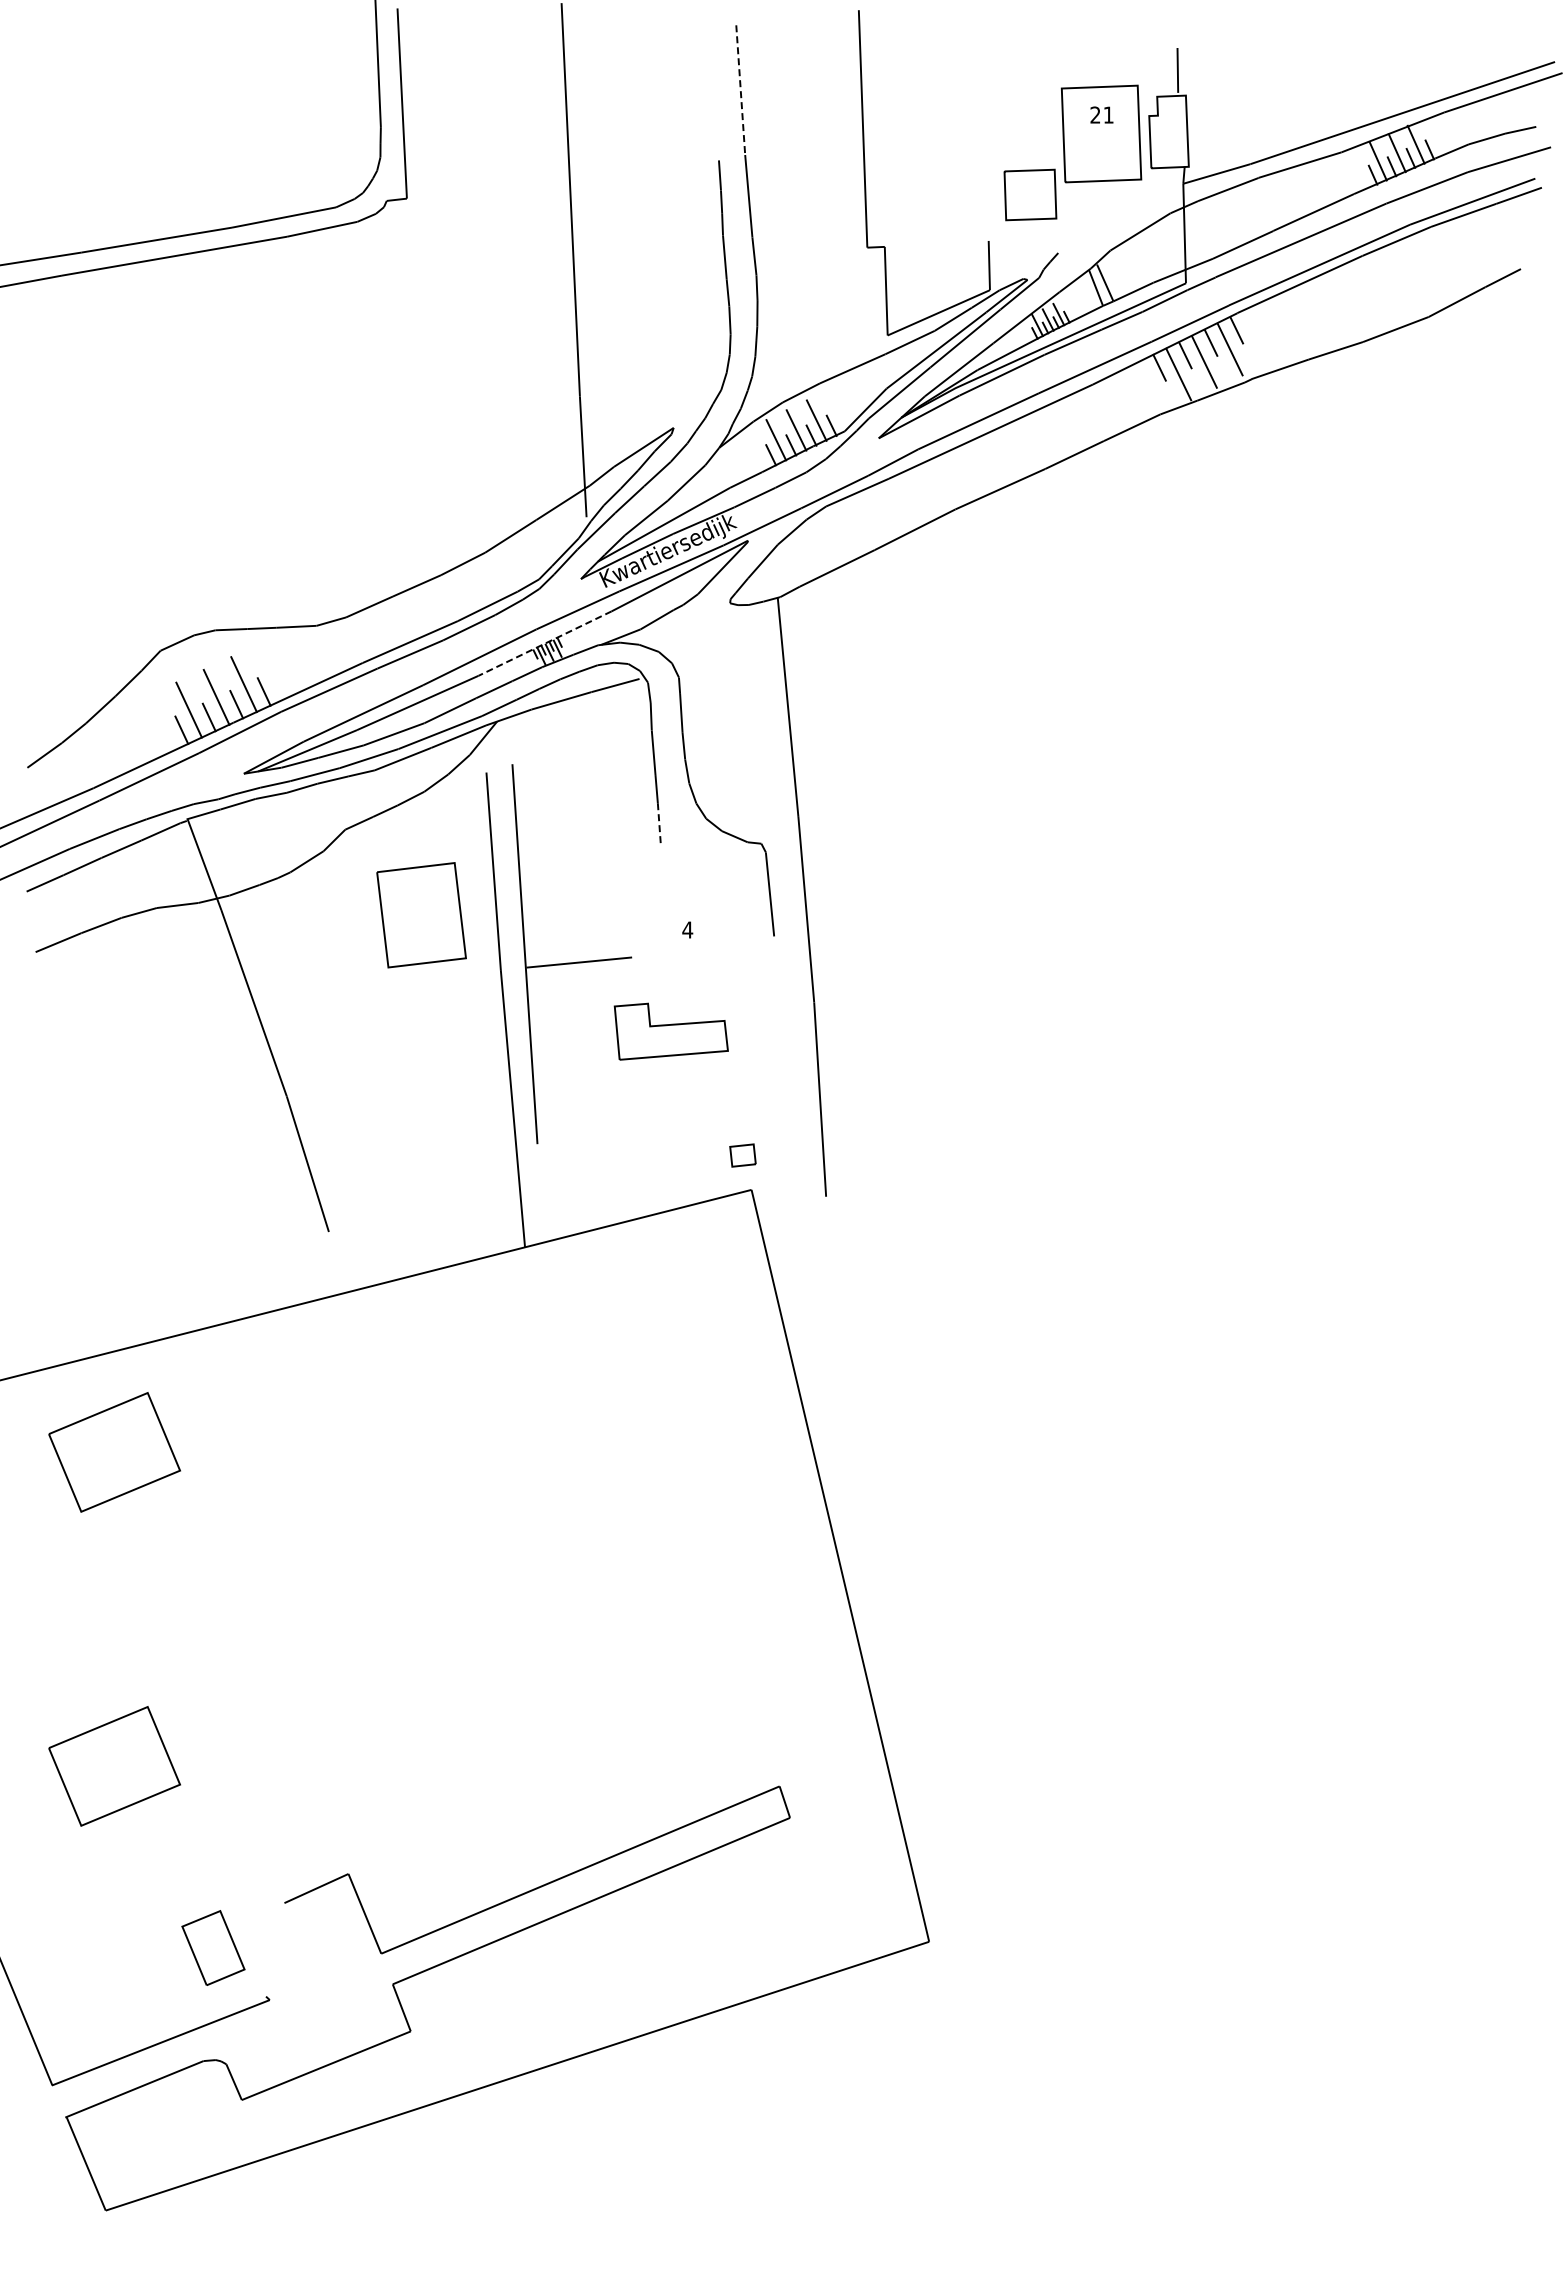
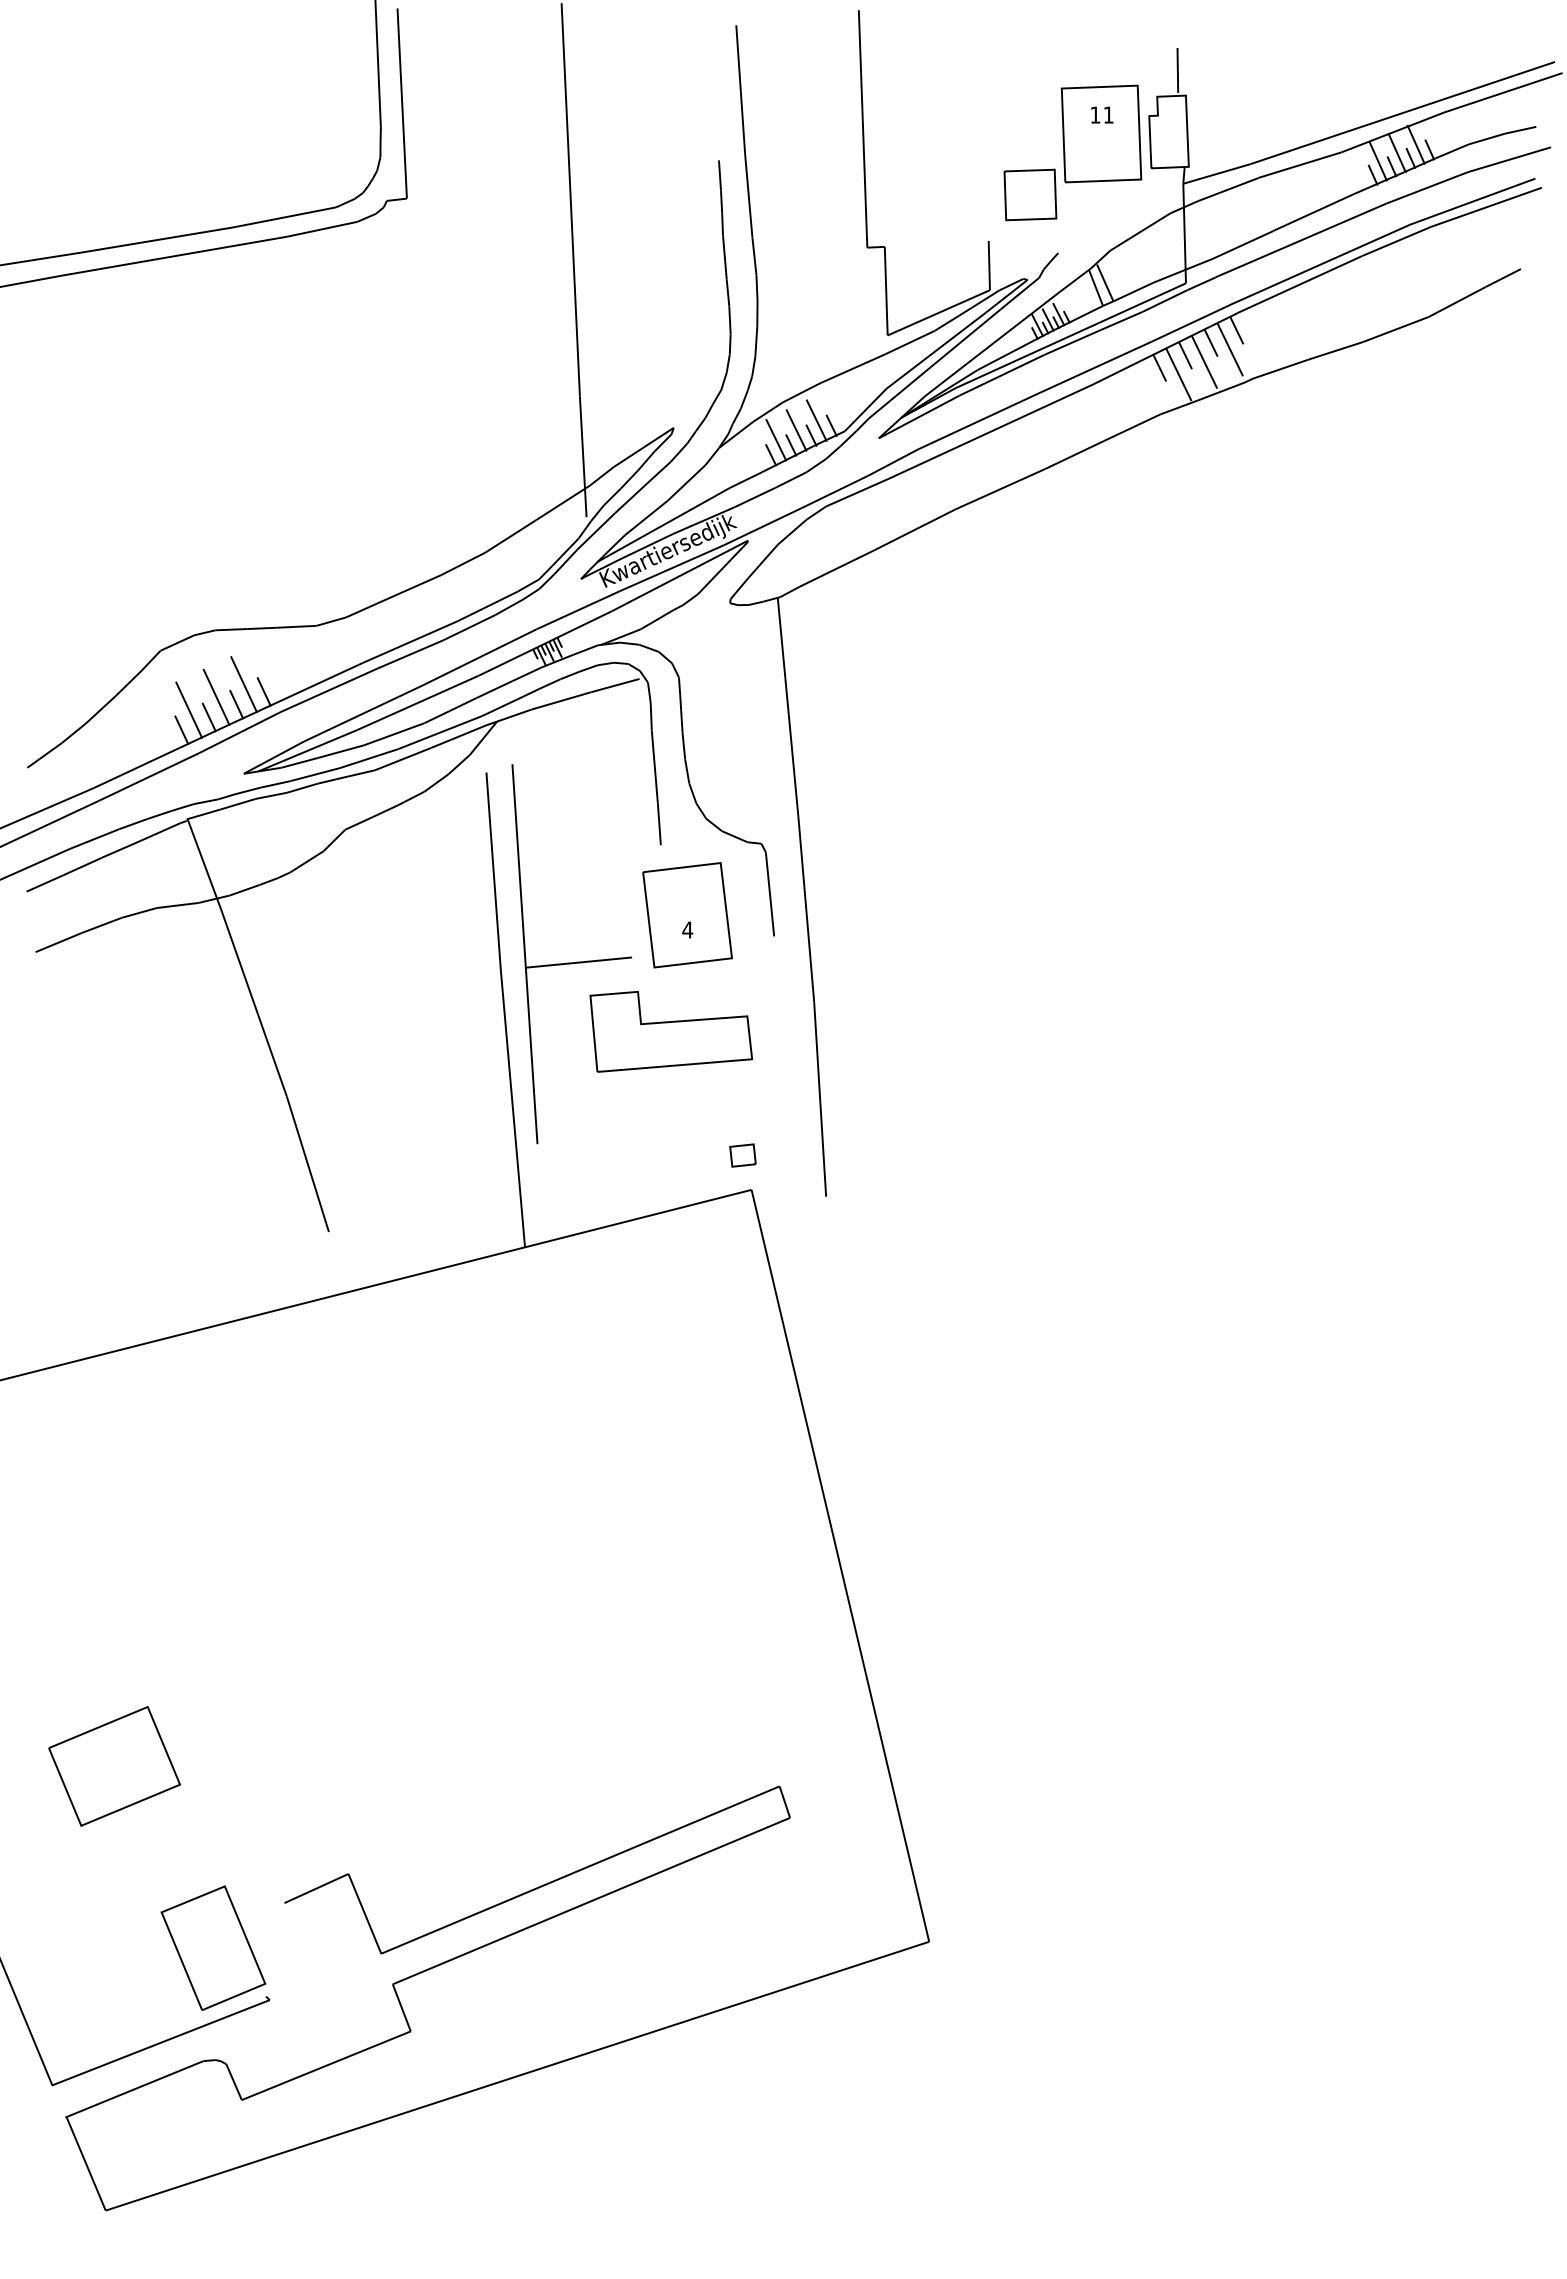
line at (740, 90): dashed -> solid
text at (1095, 114): 21 -> 11
line at (545, 643): dashed -> solid
line at (659, 824): dashed -> solid
part at (421, 915) position: (421, 915) -> (687, 915)
part at (670, 1031) size: 116x59 px -> 165x83 px
part at (114, 1452): present -> none
part at (213, 1947) size: 65x76 px -> 107x126 px
